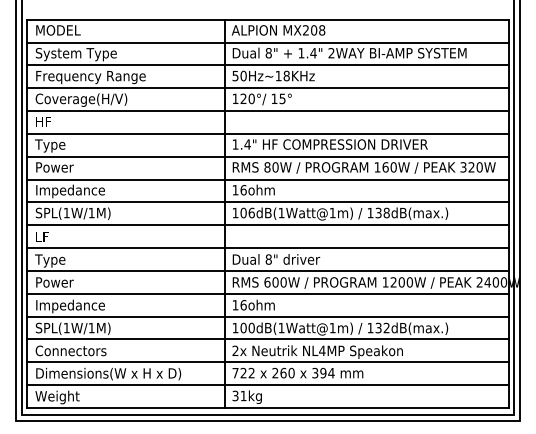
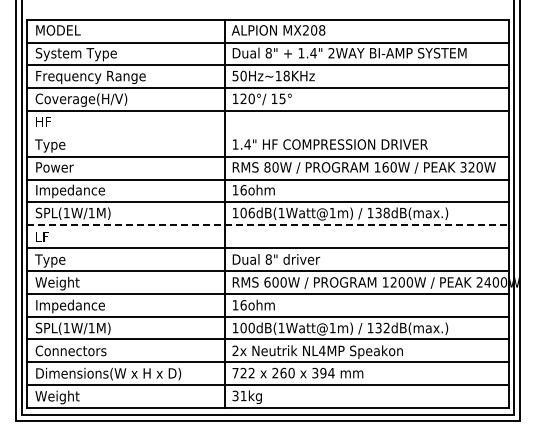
line at (268, 133): present -> none
line at (268, 225): solid -> dashed
text at (57, 283): Power -> Weight
